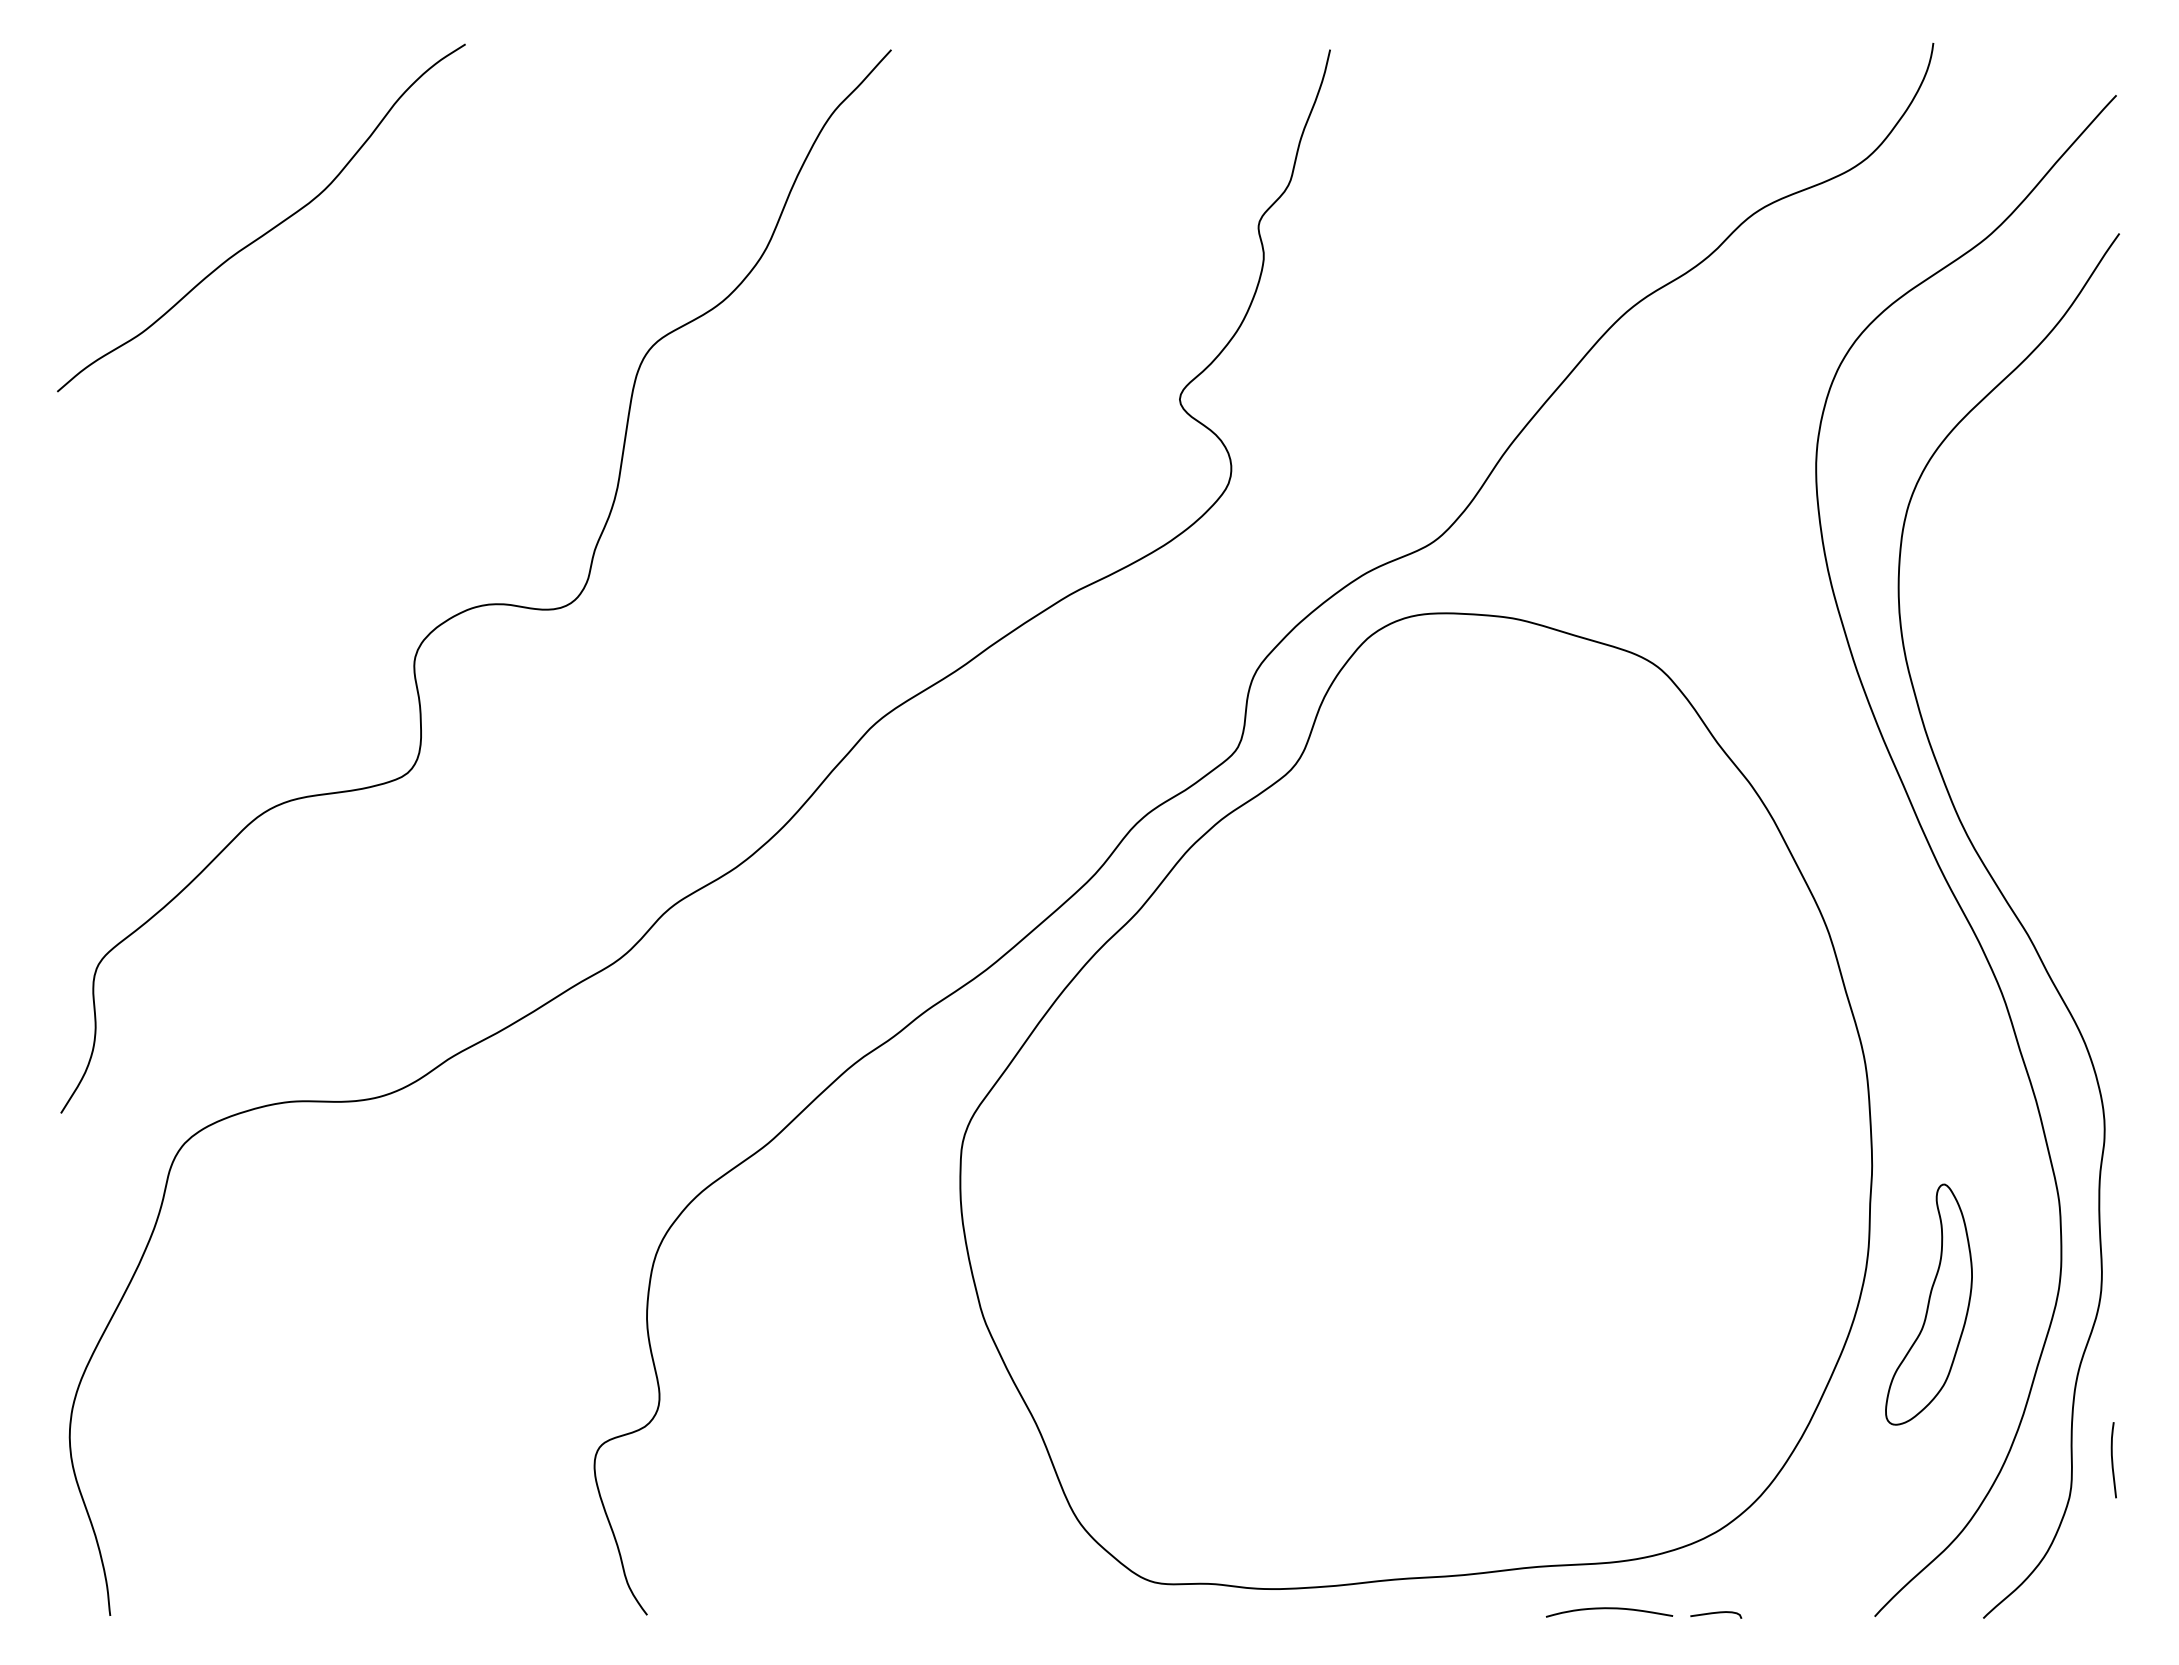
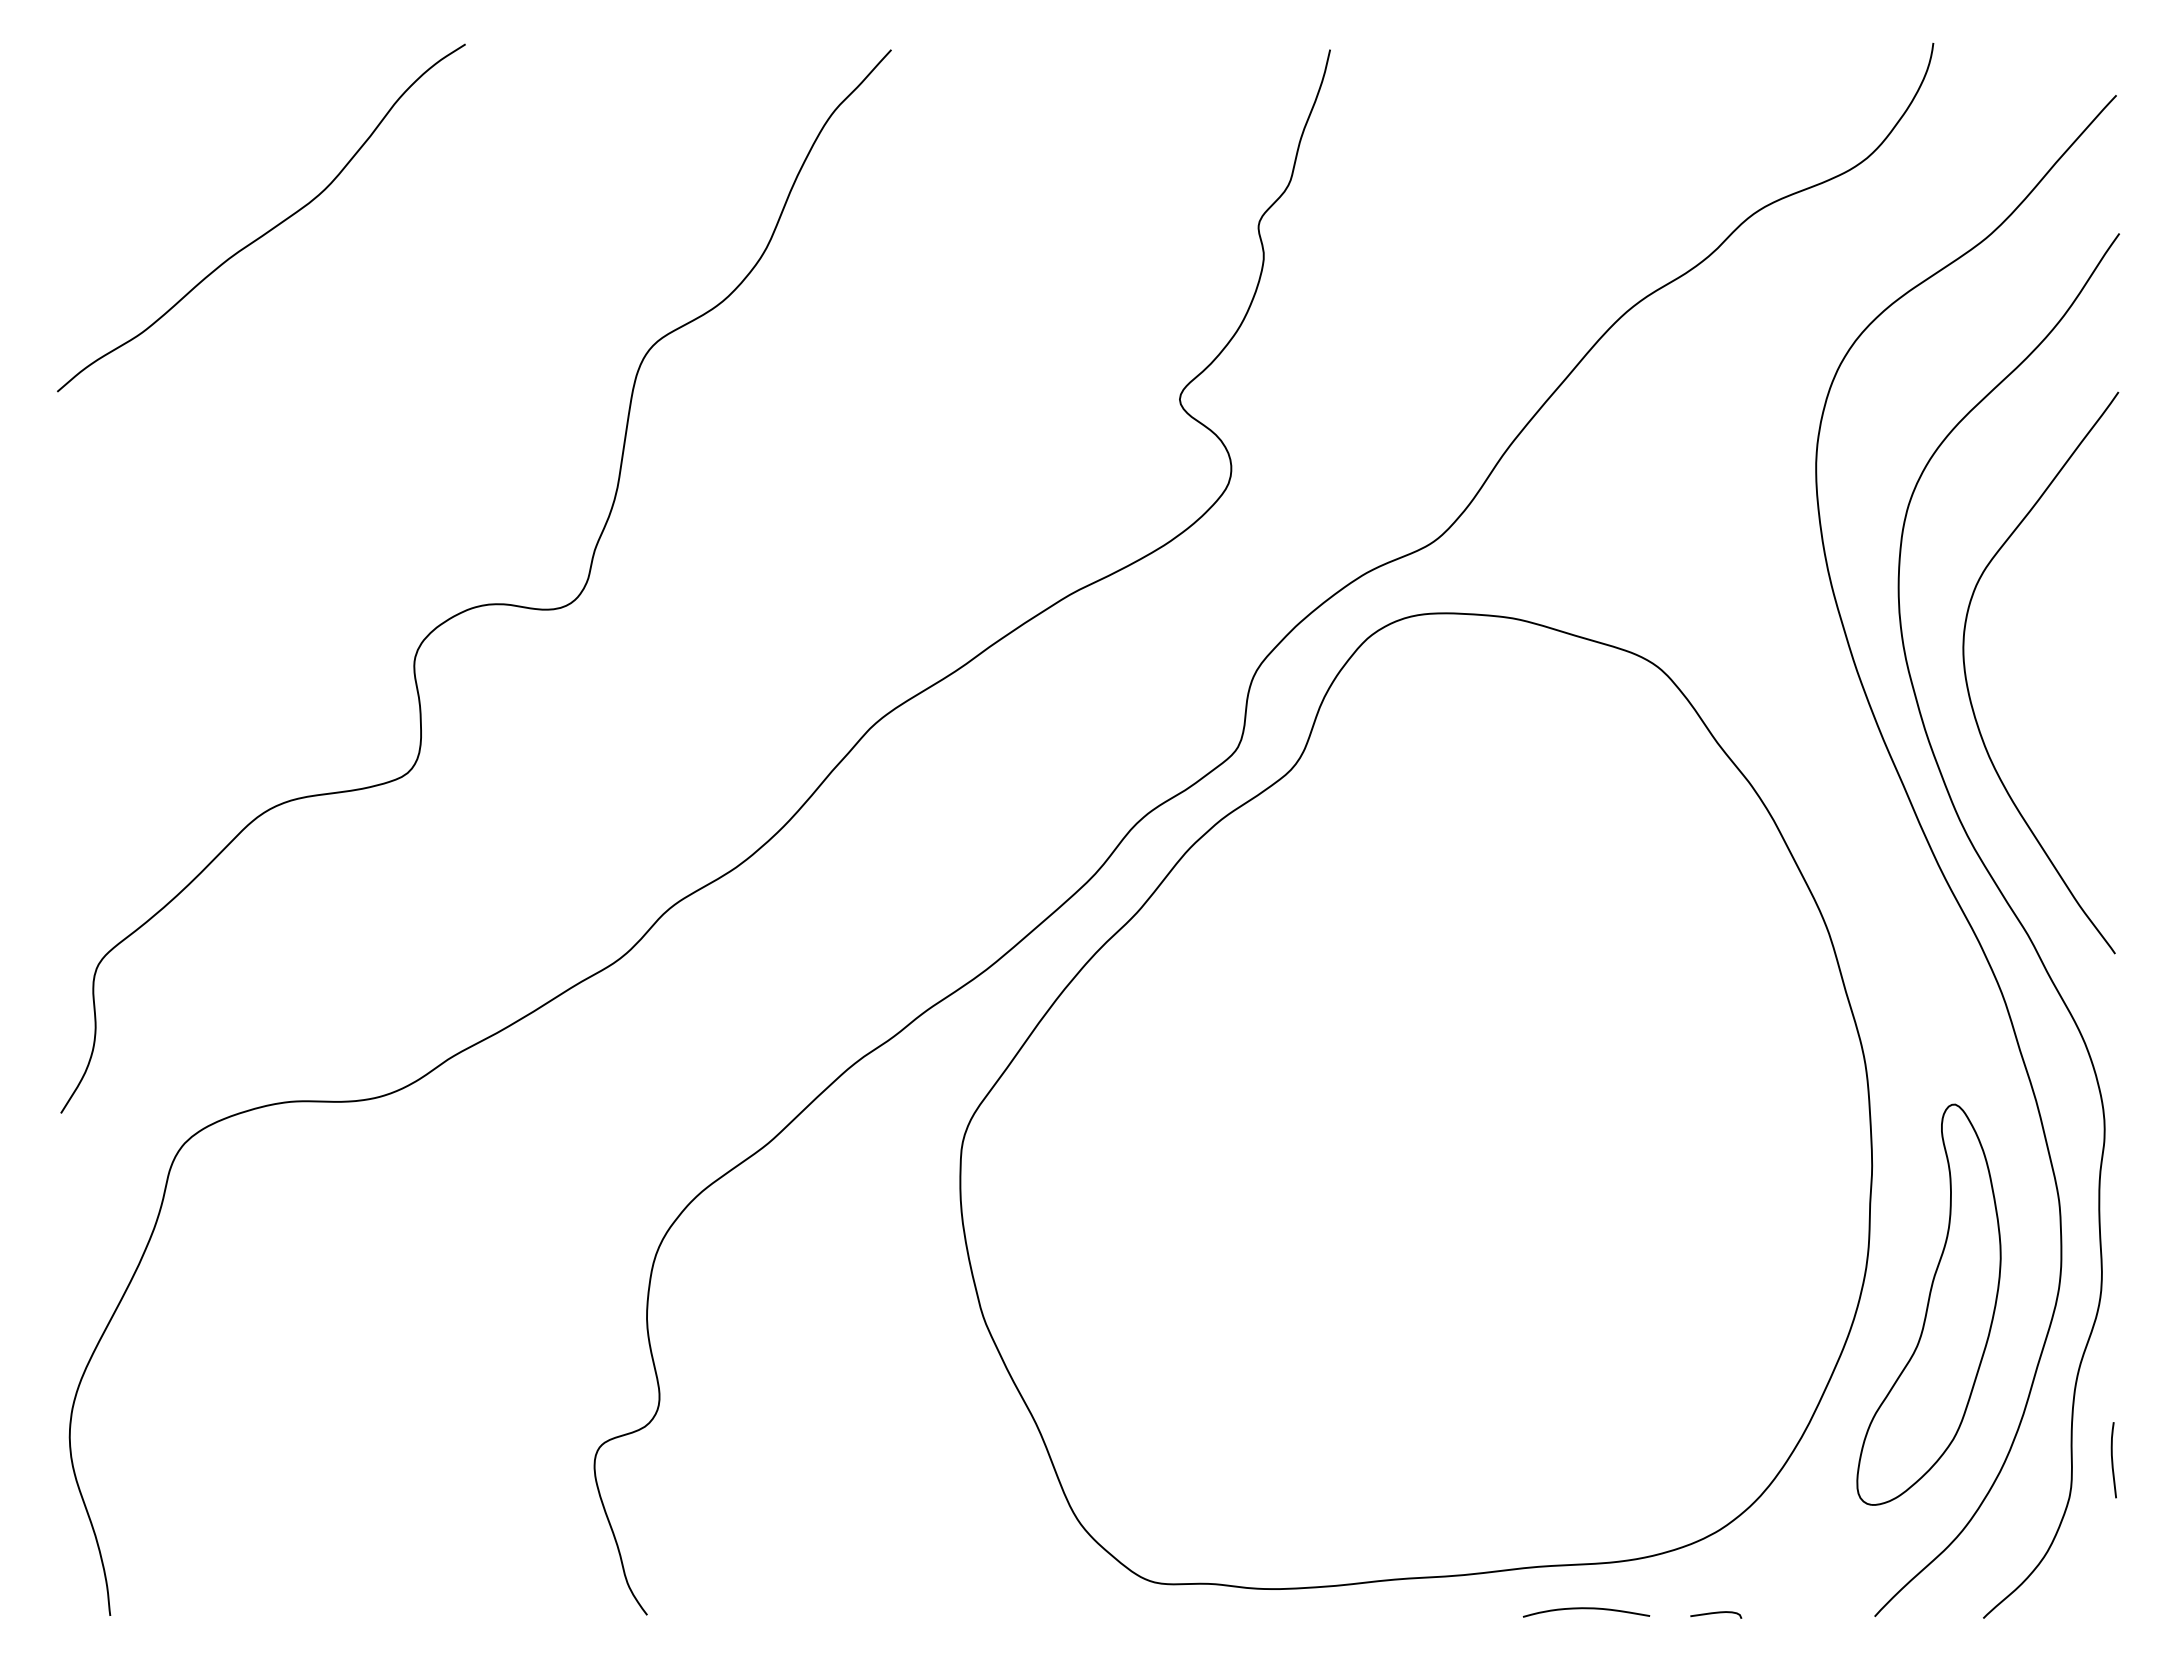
curve at (1969, 690): none -> present
part at (1928, 1304) size: 88x243 px -> 146x403 px
curve at (1609, 1609) position: (1609, 1609) -> (1586, 1609)
